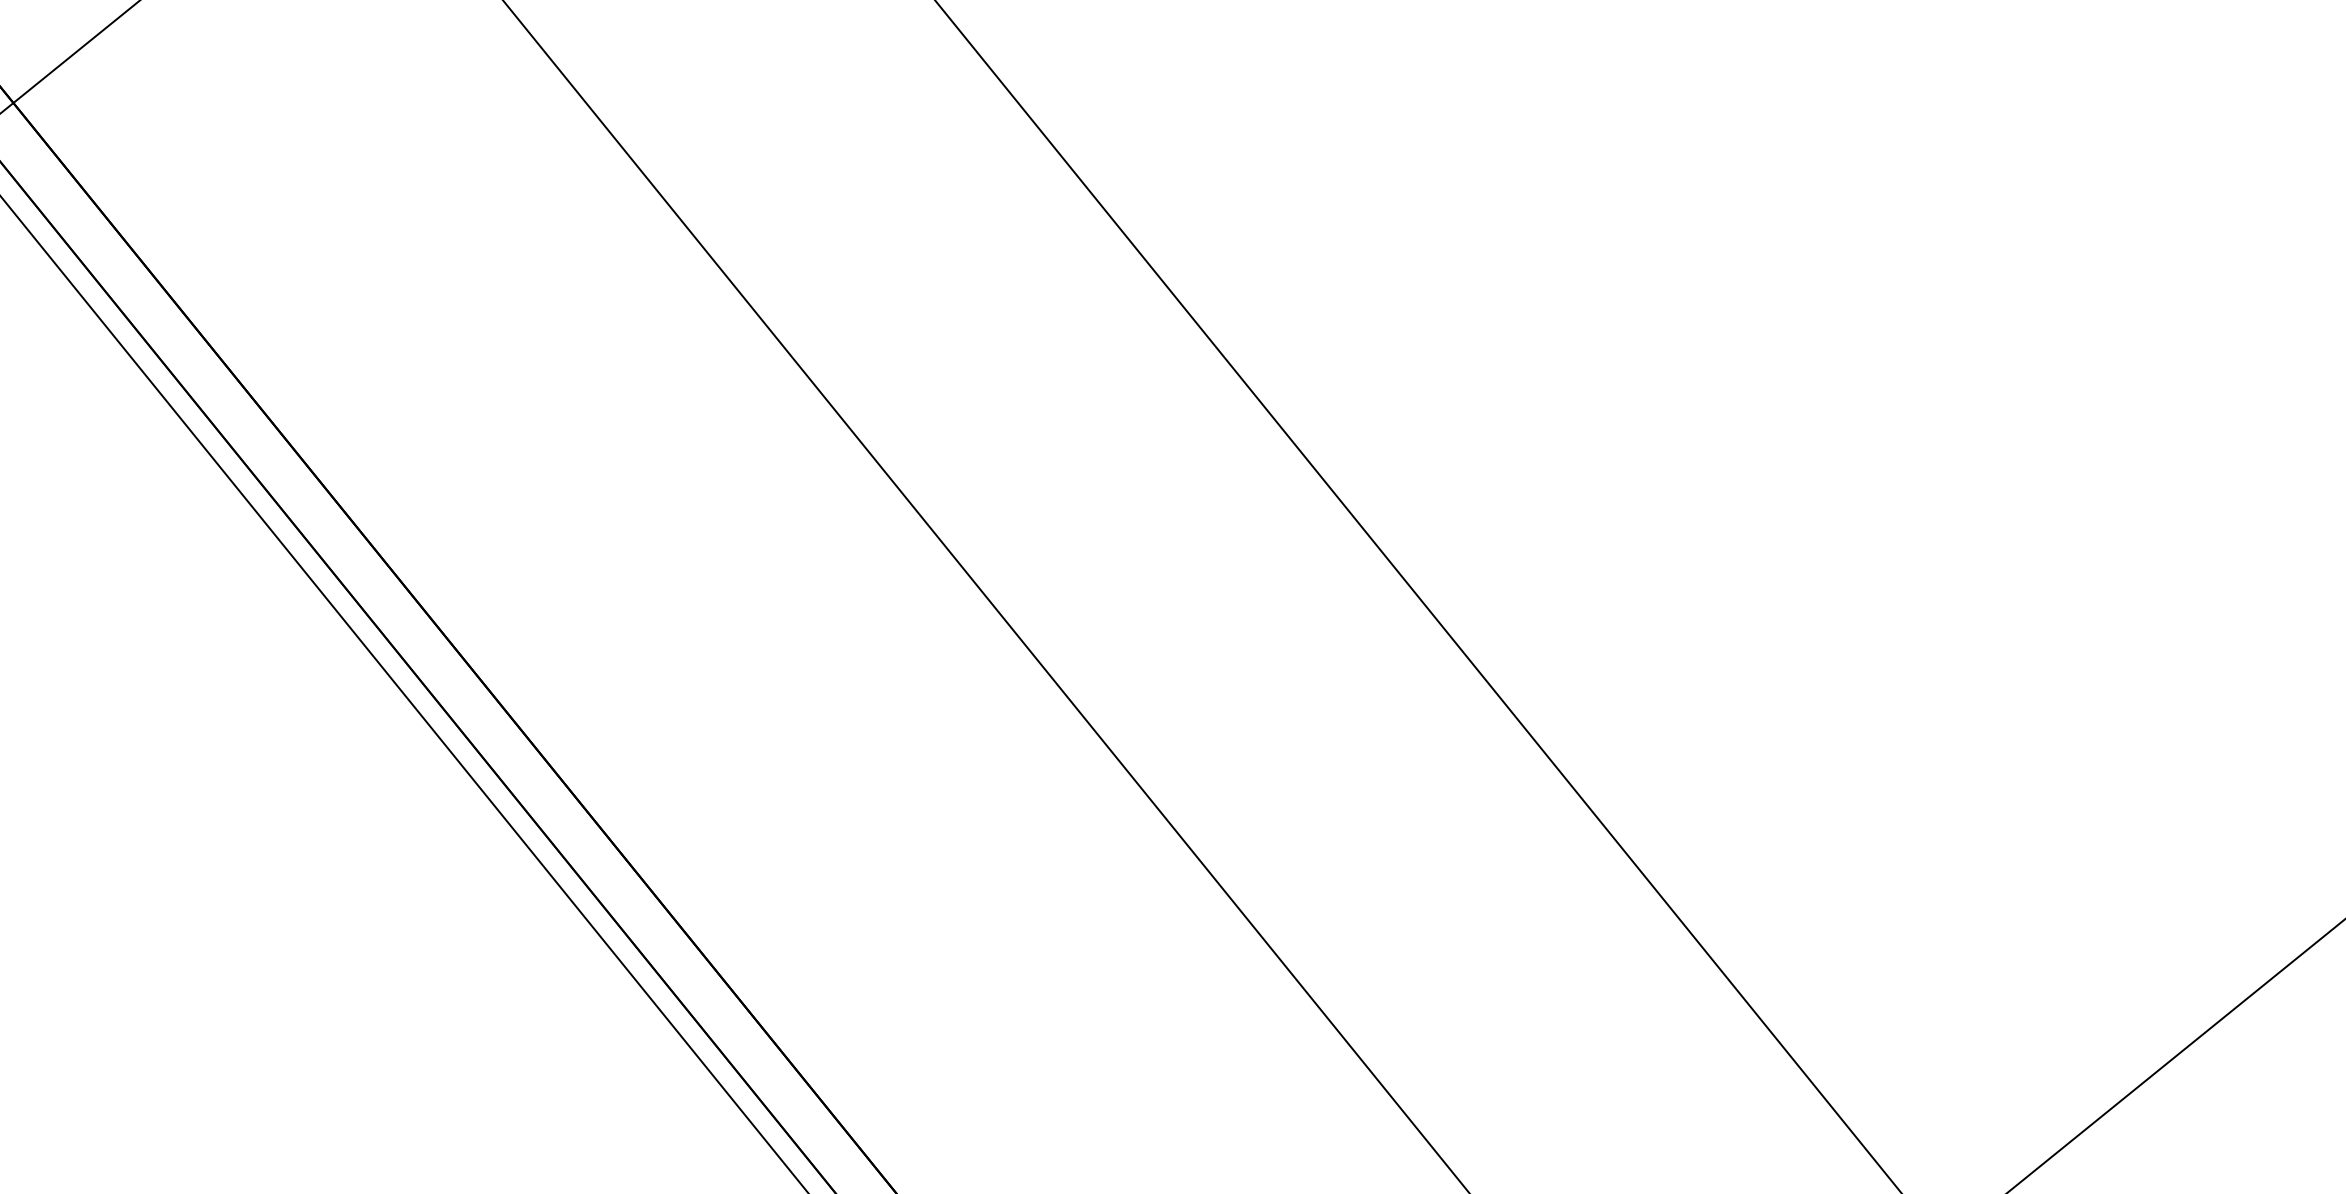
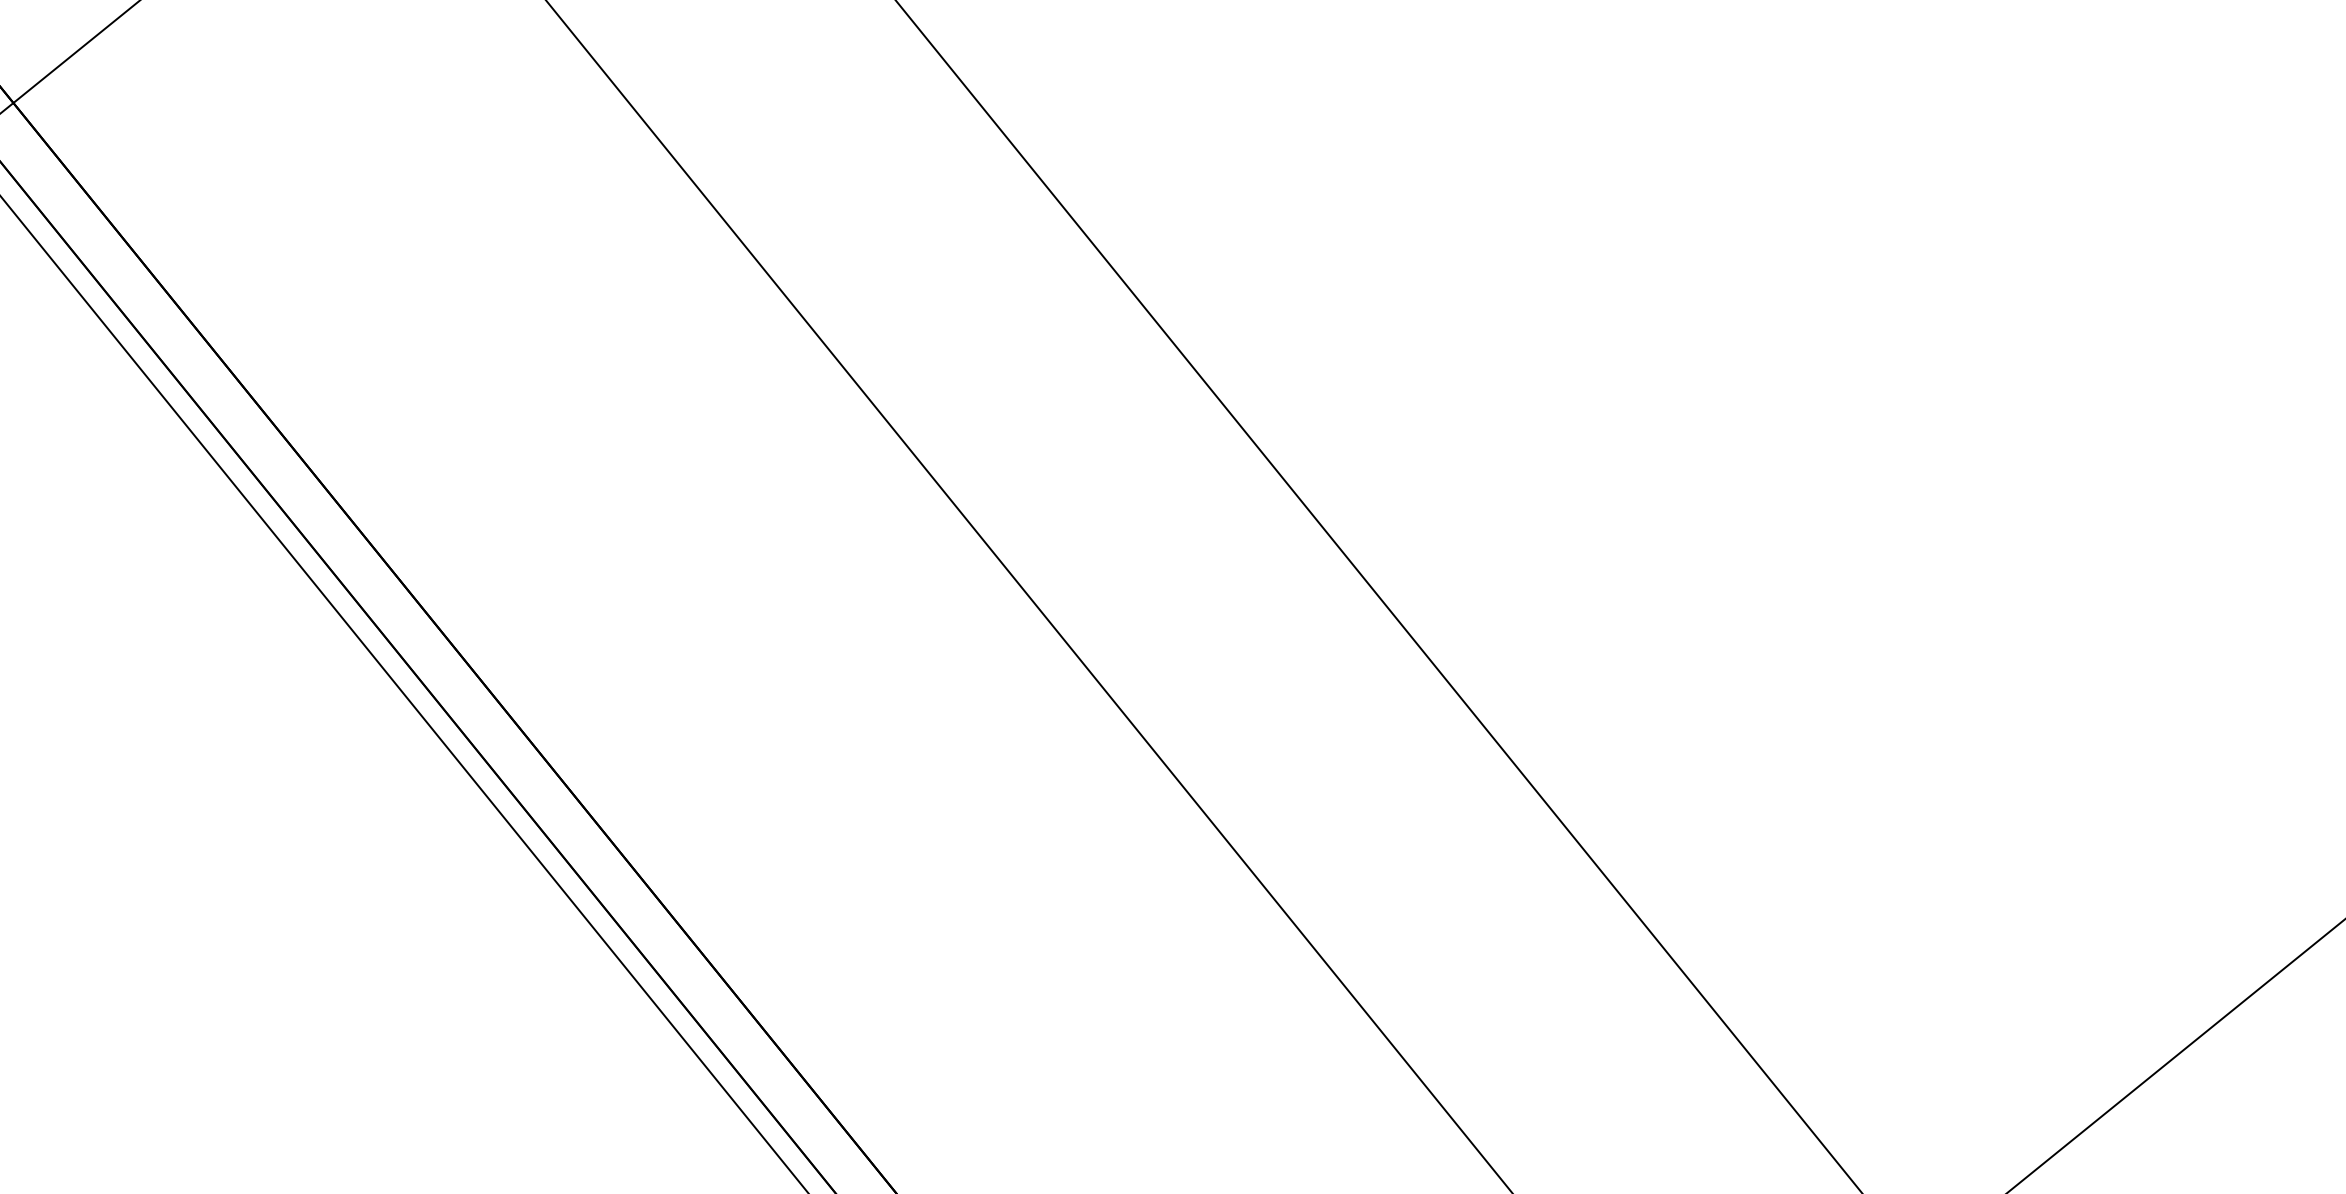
line at (985, 596) position: (985, 596) -> (1028, 596)
line at (1417, 596) position: (1417, 596) -> (1378, 596)
